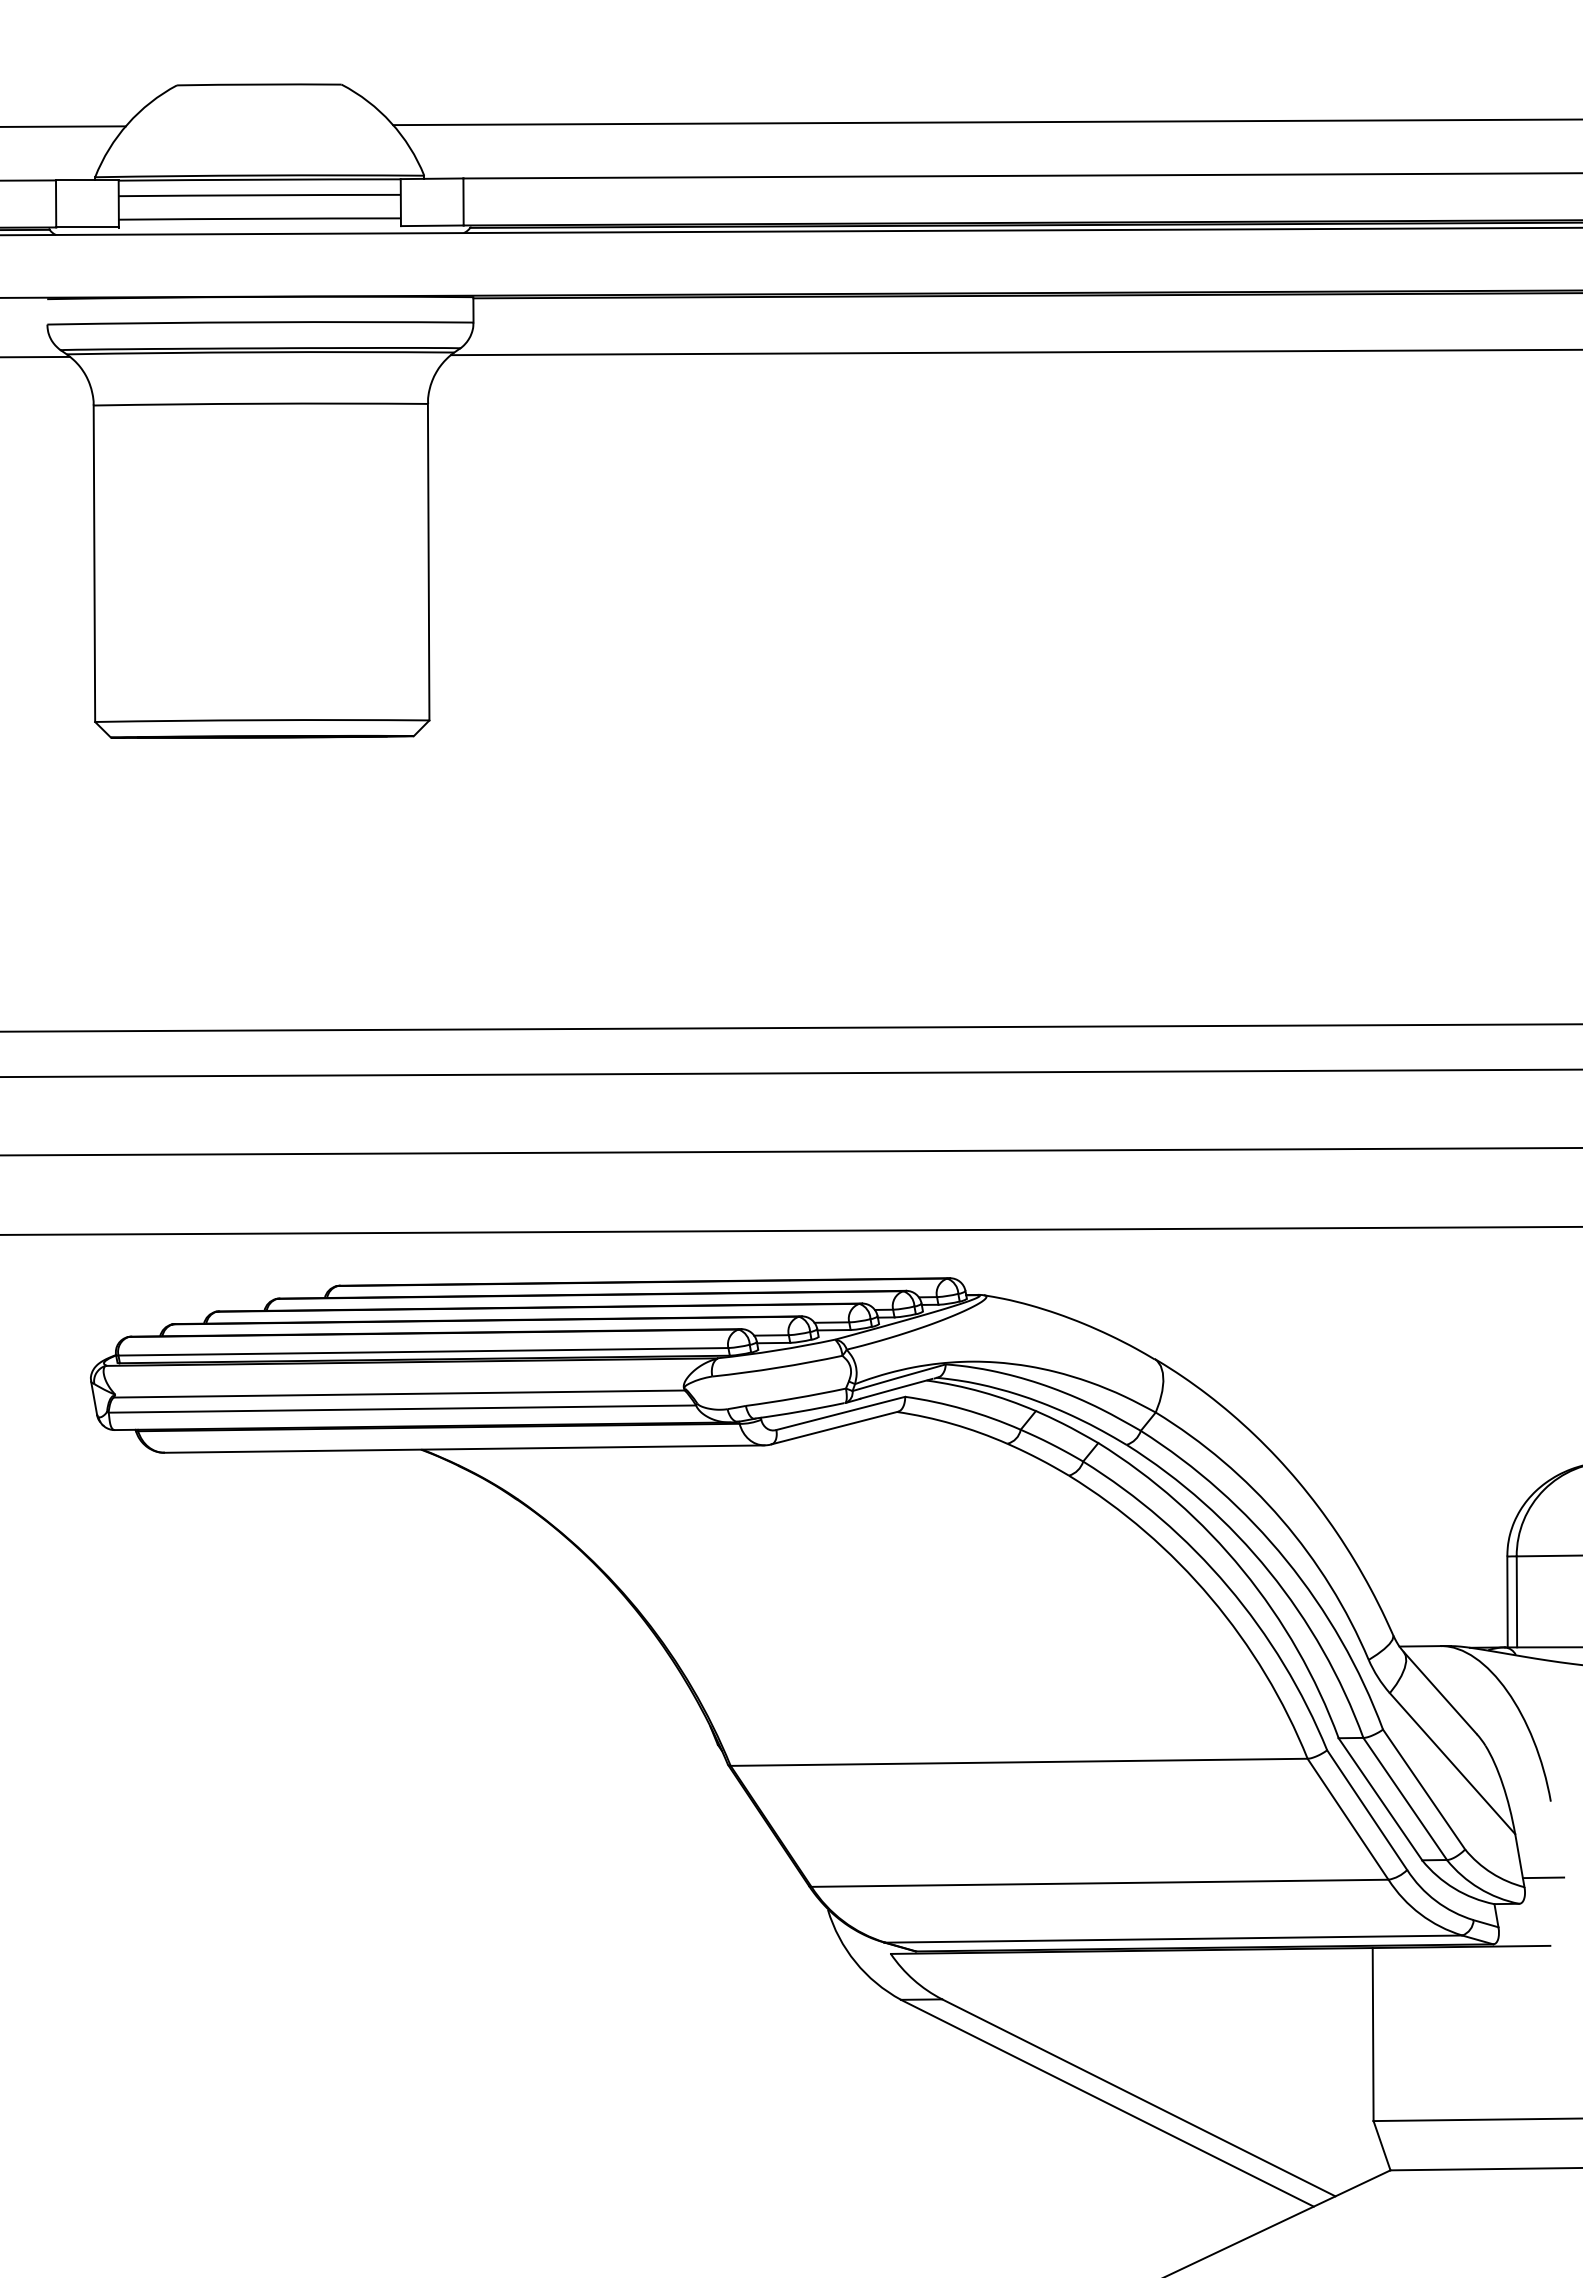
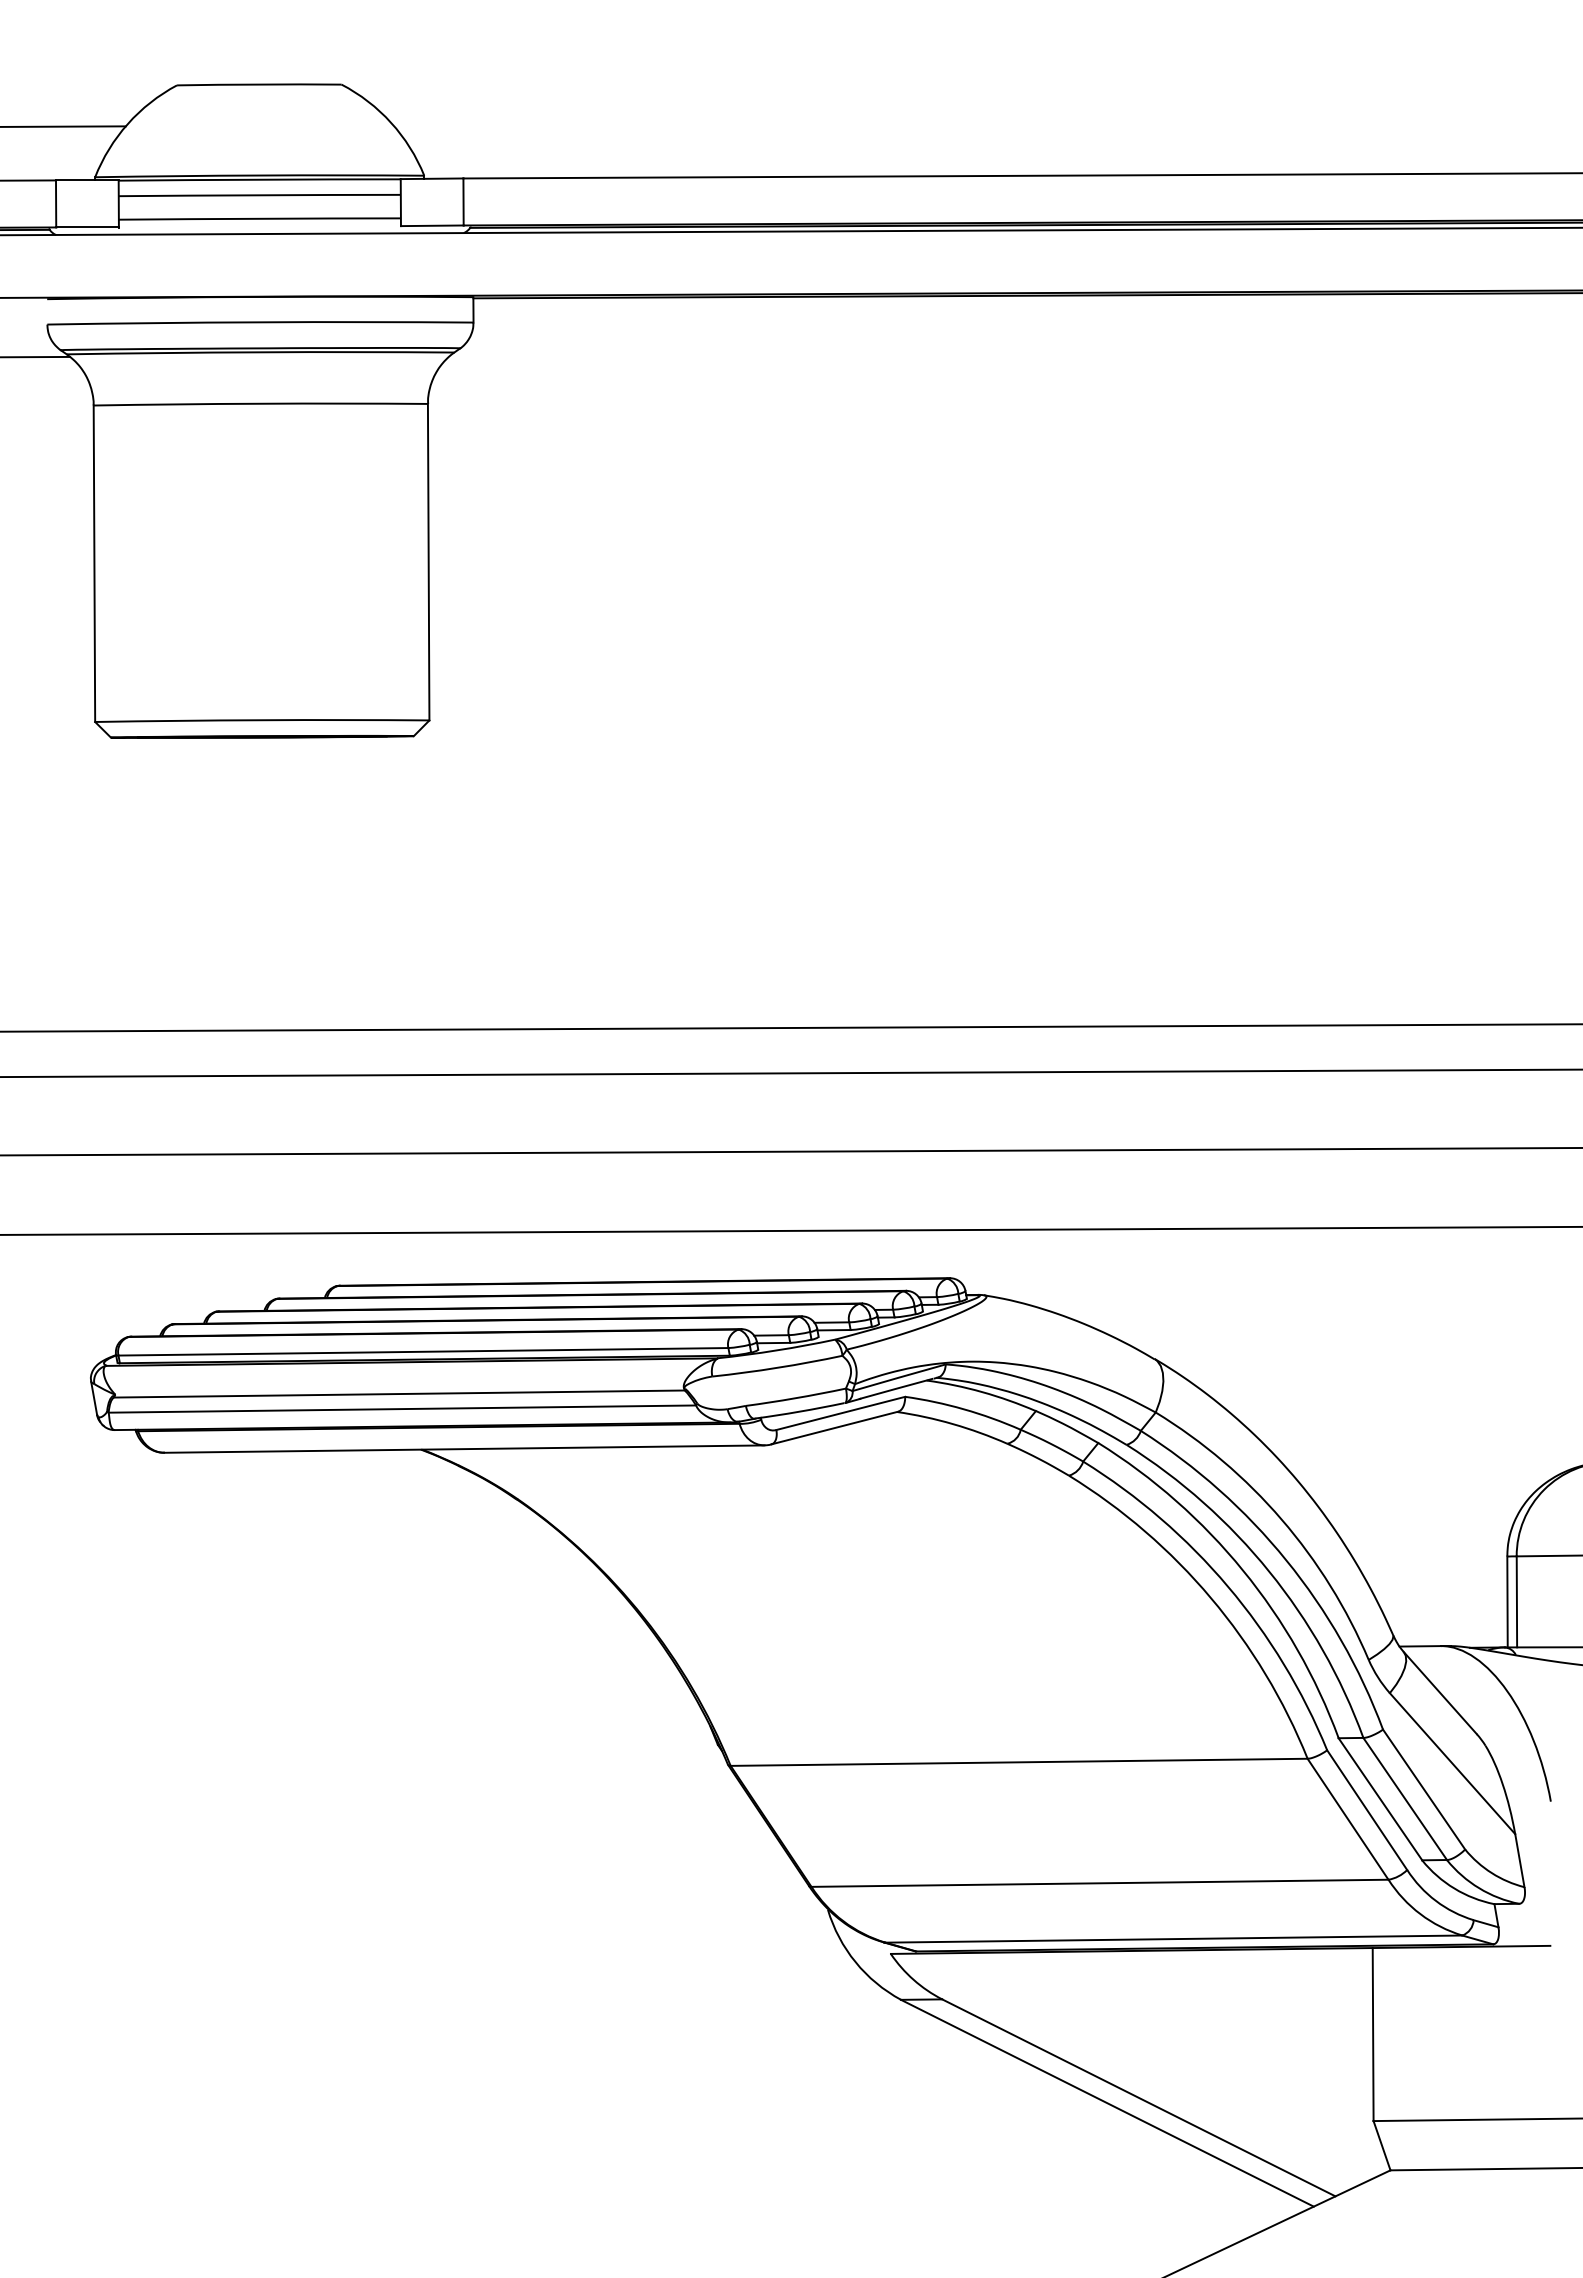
line at (986, 122): present -> none
line at (1015, 352): present -> none
line at (1543, 1877): present -> none
